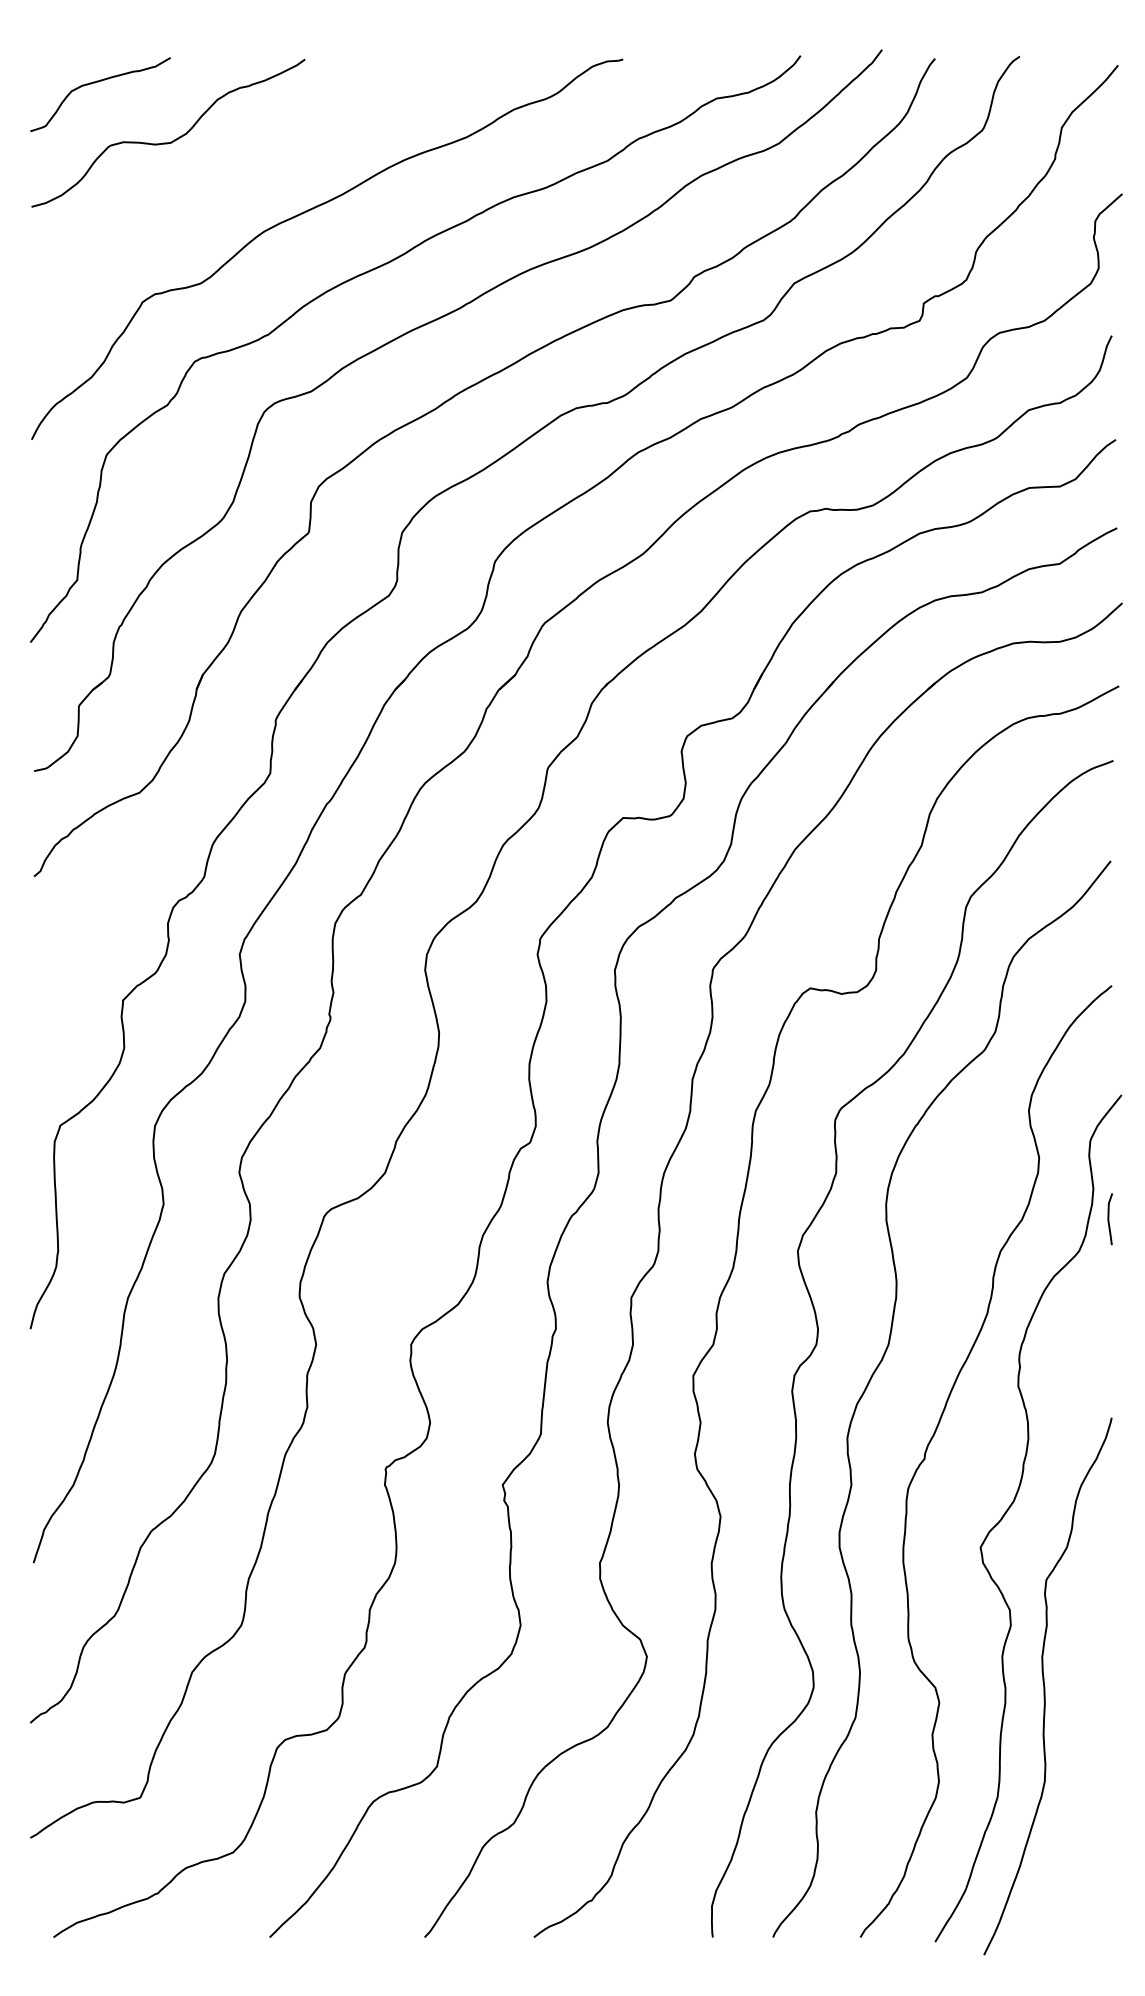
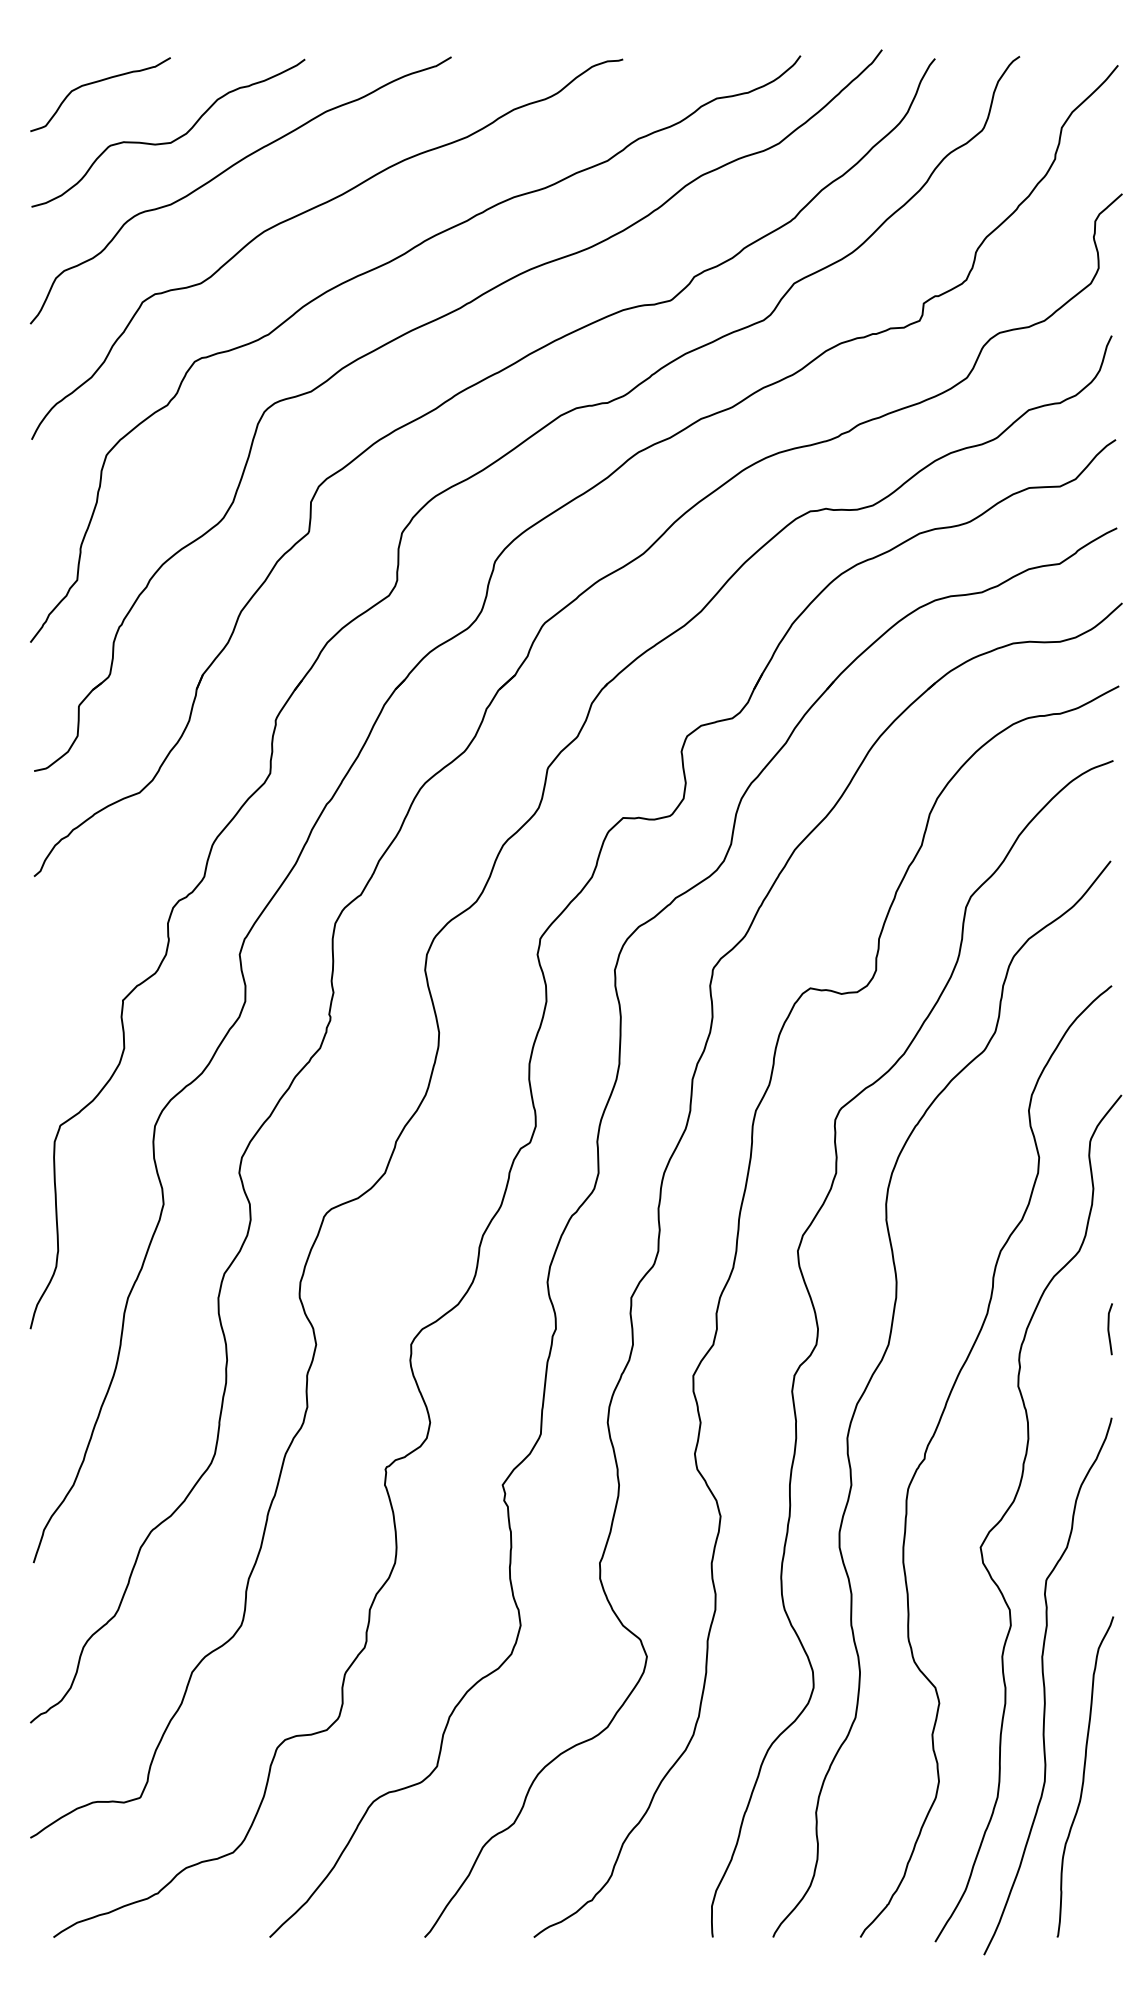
curve at (226, 171): none -> present
curve at (1109, 1219) position: (1109, 1219) -> (1109, 1329)
curve at (1084, 1776): none -> present
